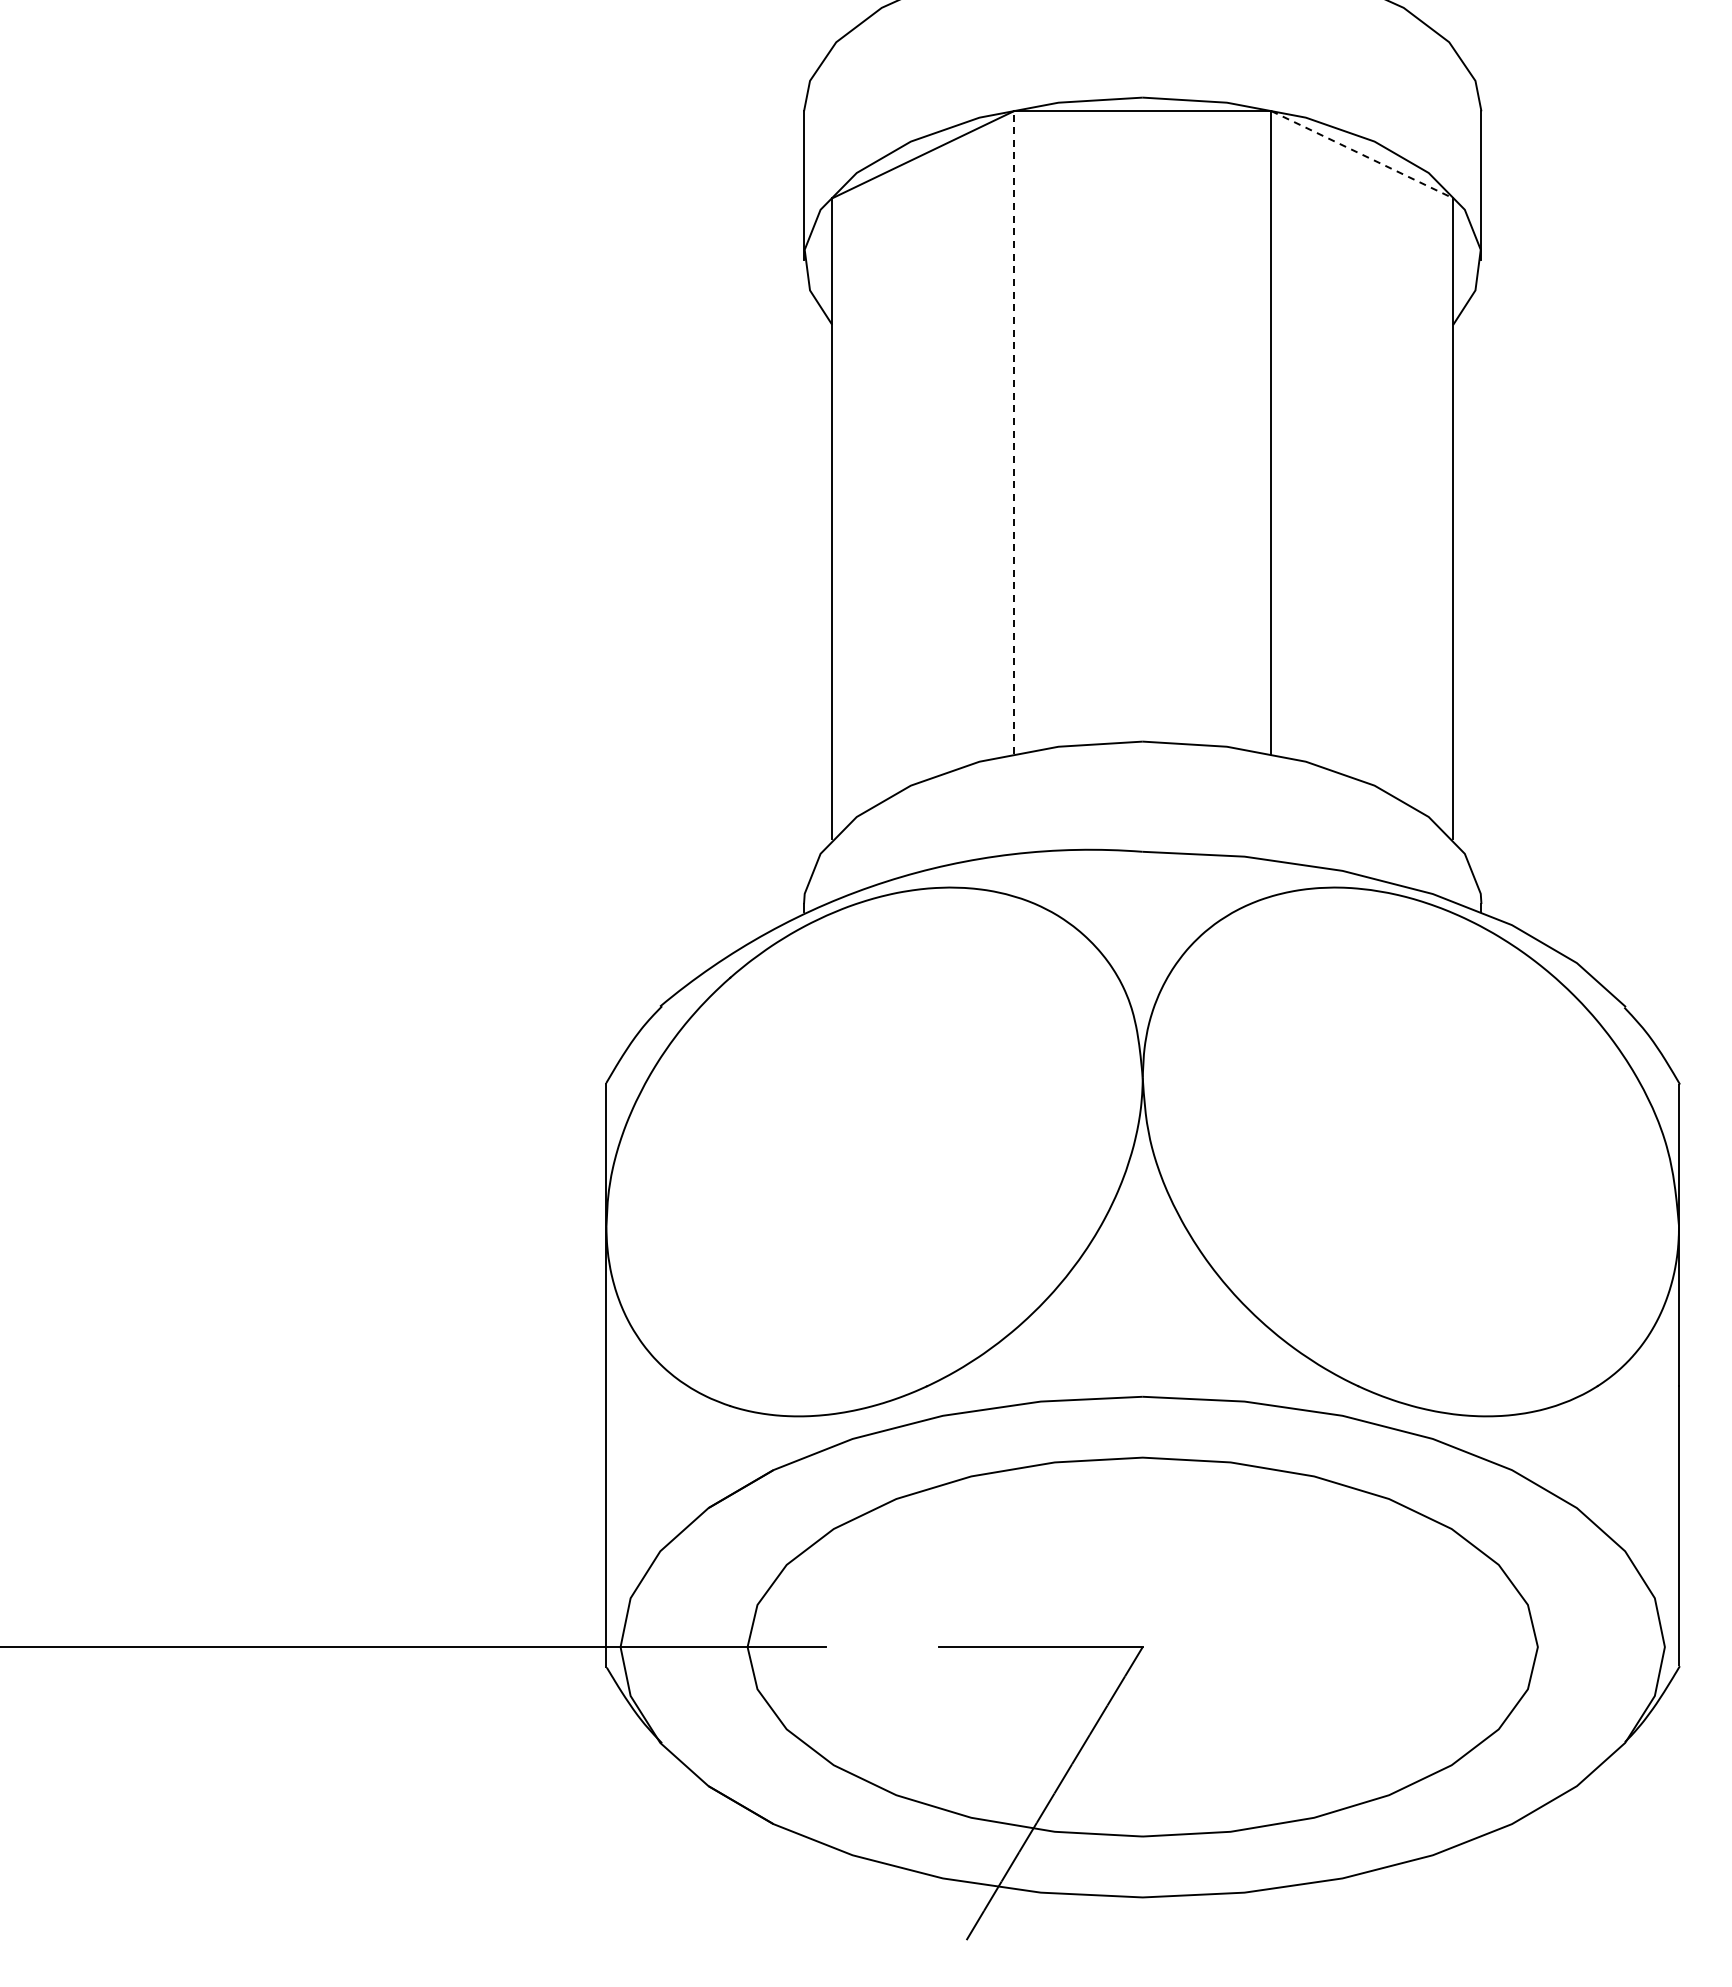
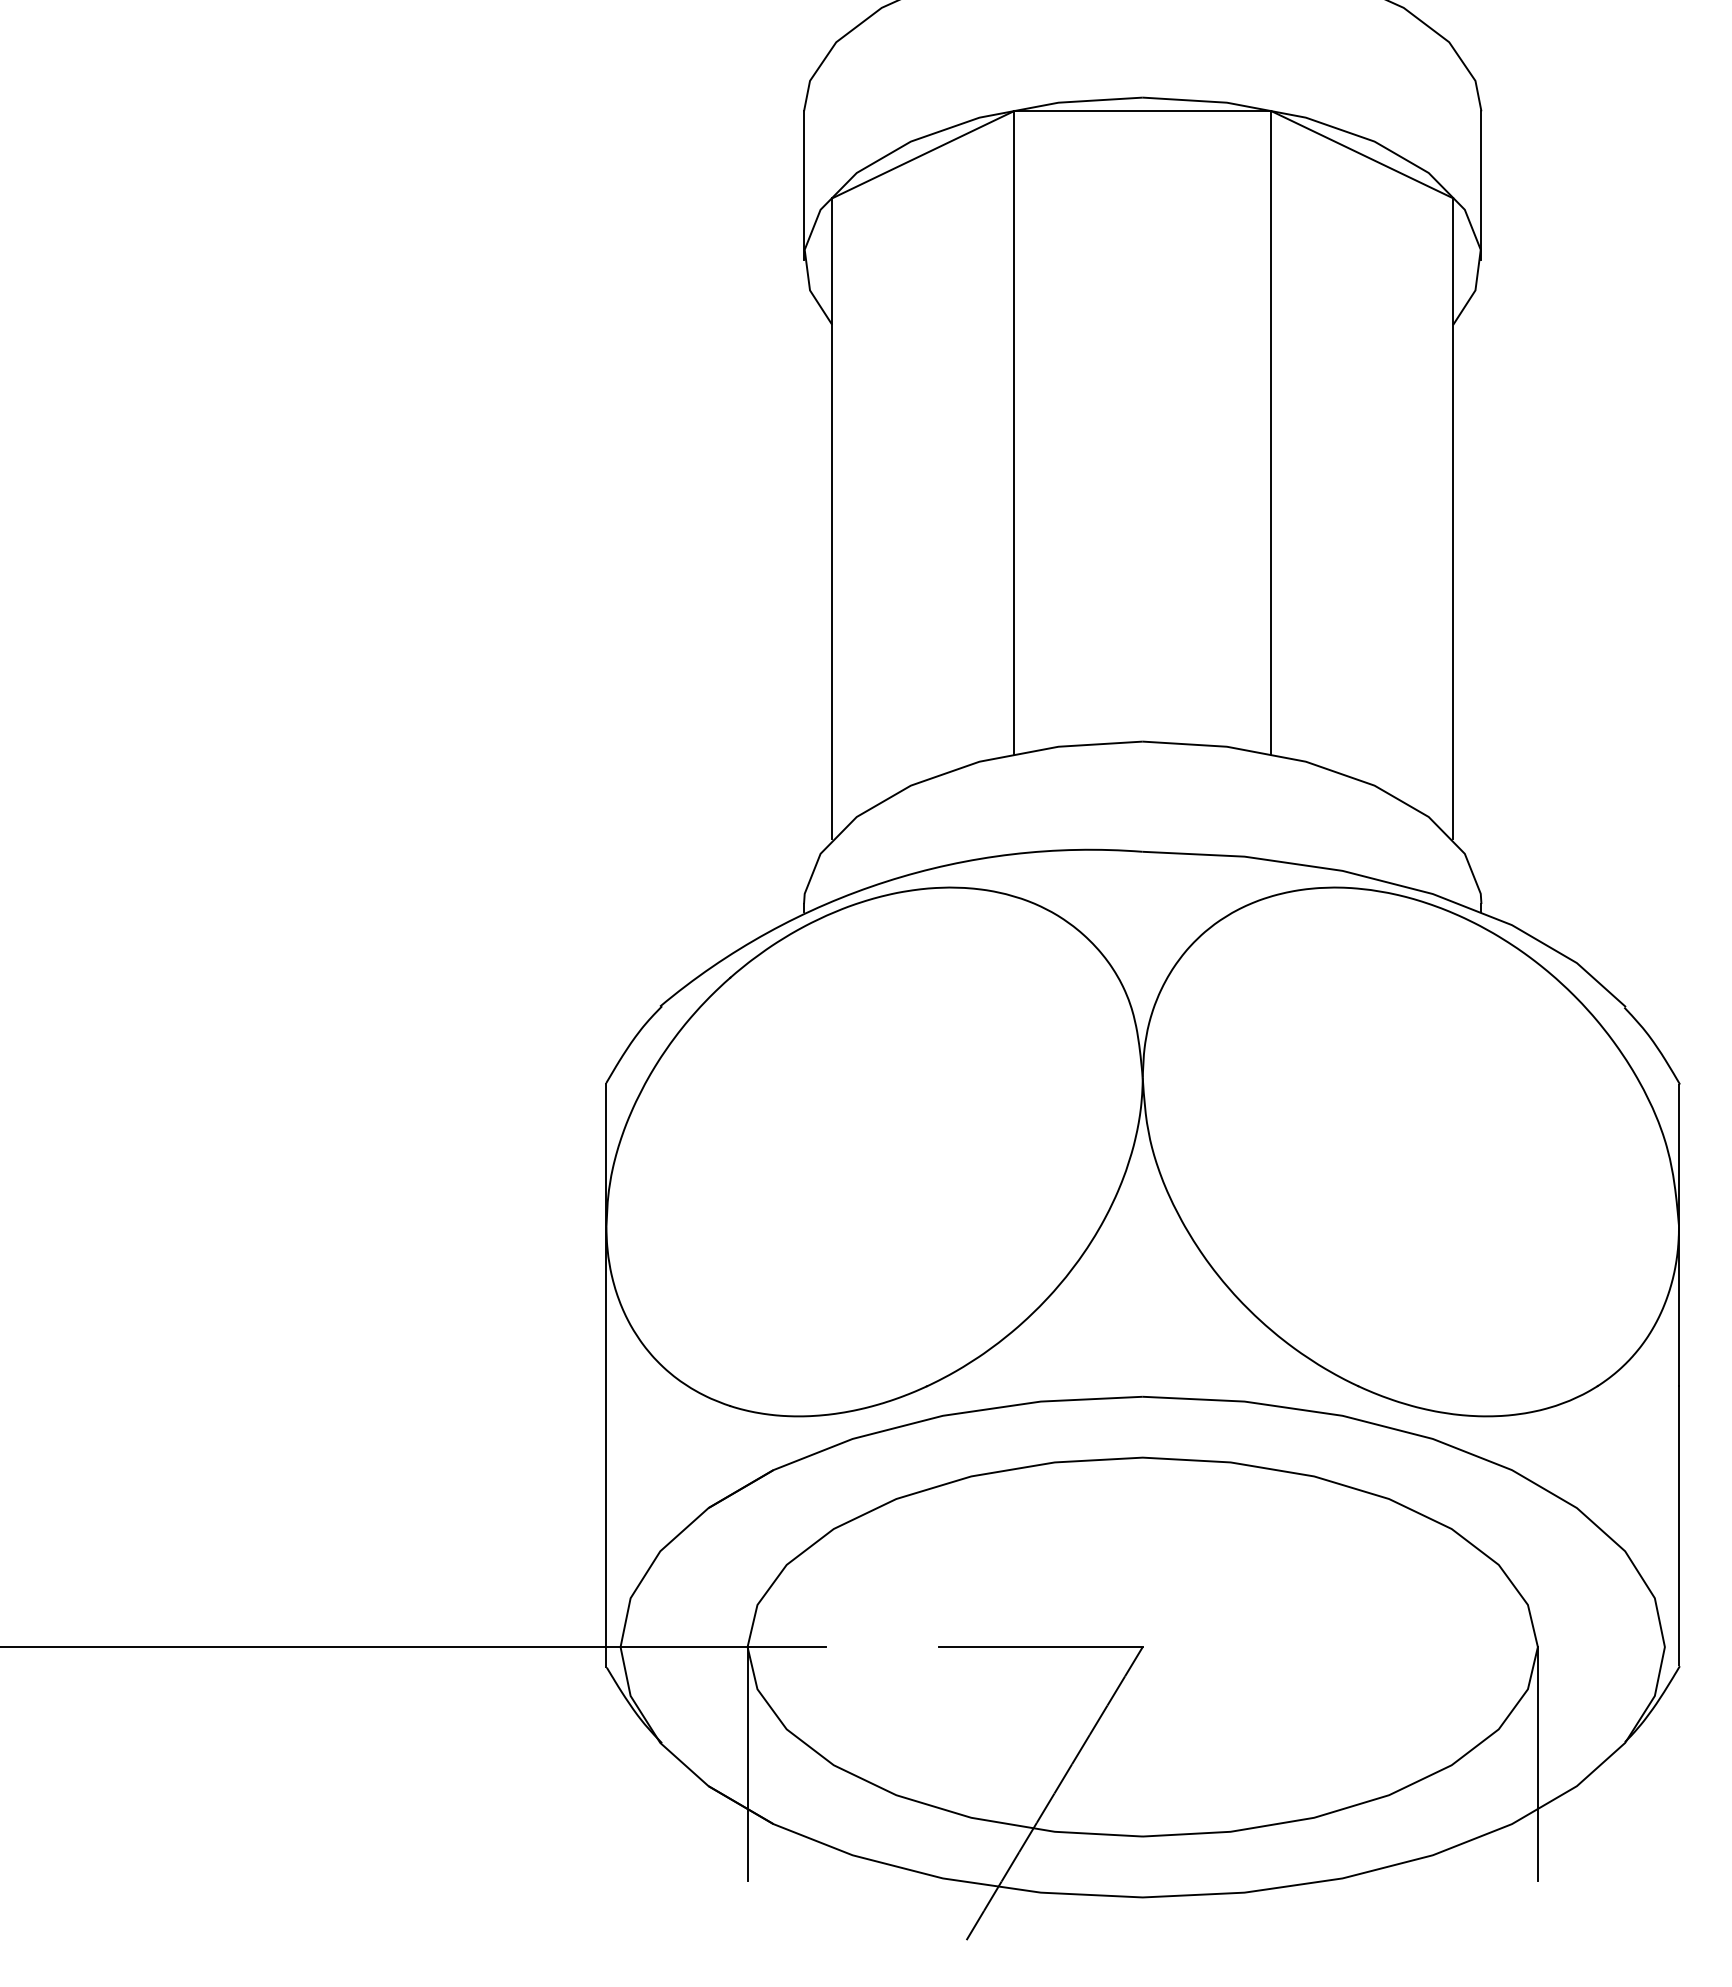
line at (1362, 154): dashed -> solid
line at (1014, 431): dashed -> solid
line at (747, 1763): none -> present
line at (1537, 1763): none -> present
